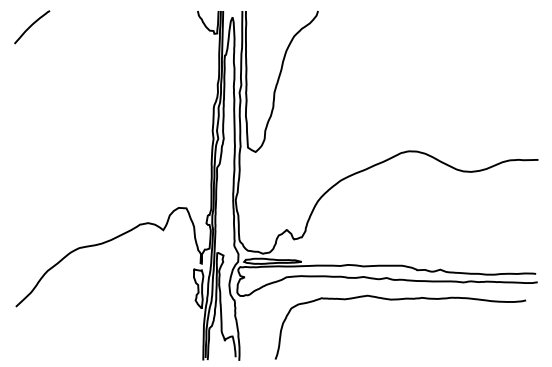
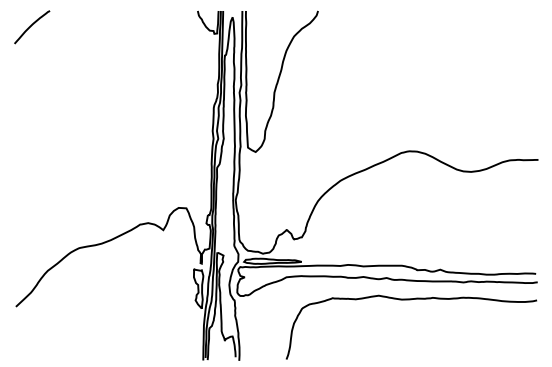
curve at (400, 300) position: (400, 300) -> (411, 300)
